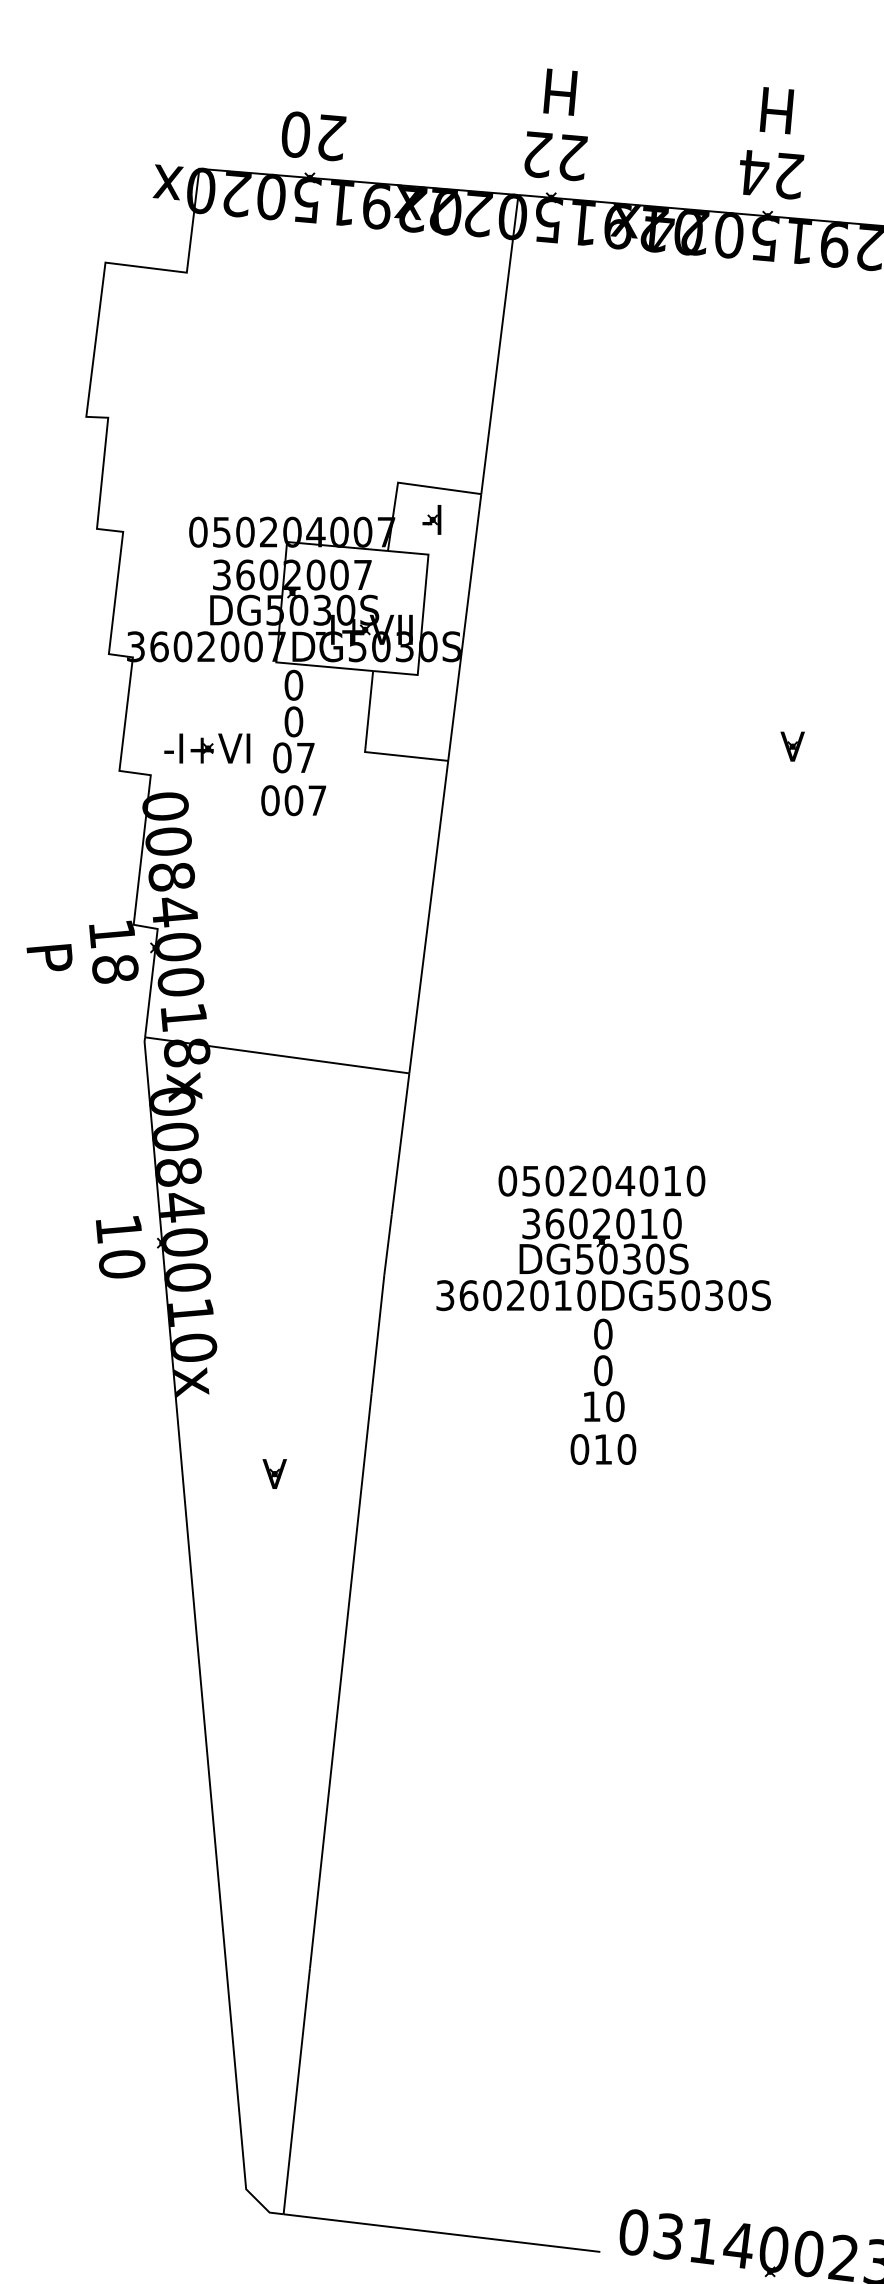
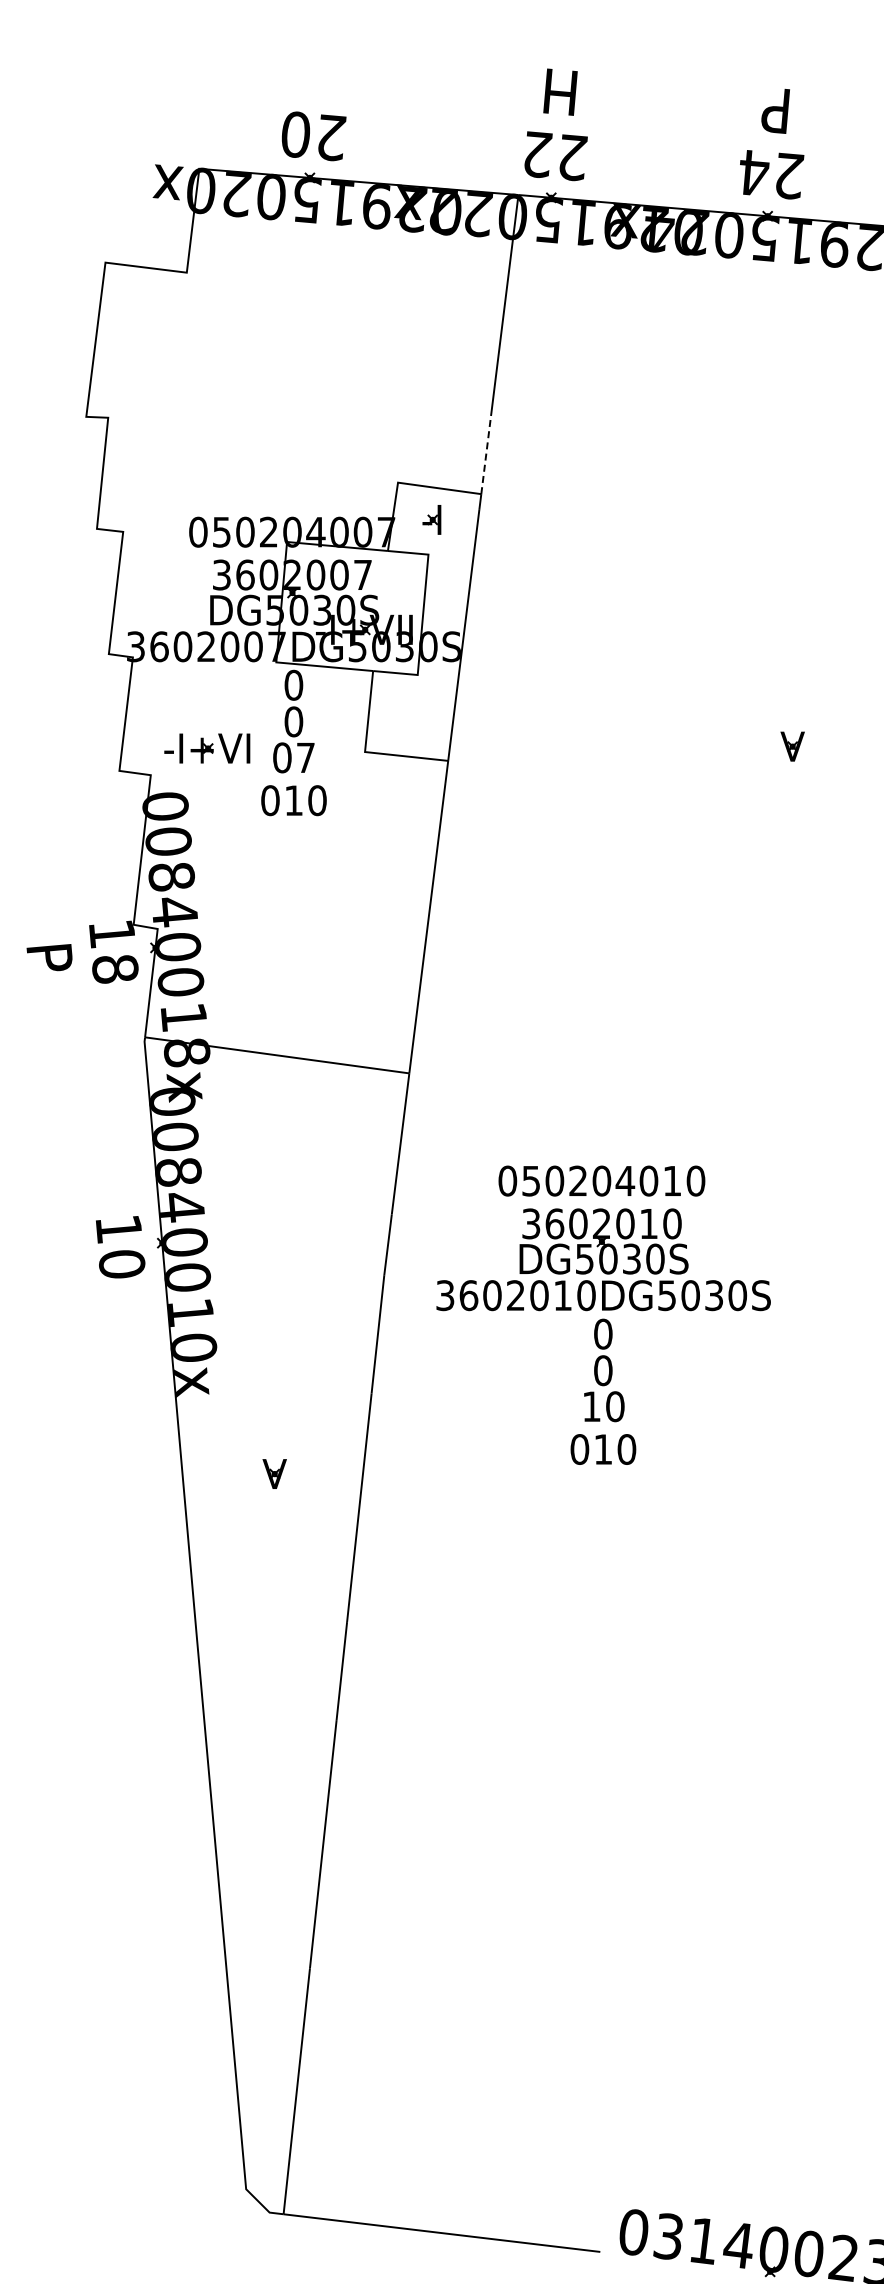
text at (776, 110): H -> P
line at (486, 454): solid -> dashed
text at (305, 800): 007 -> 010
